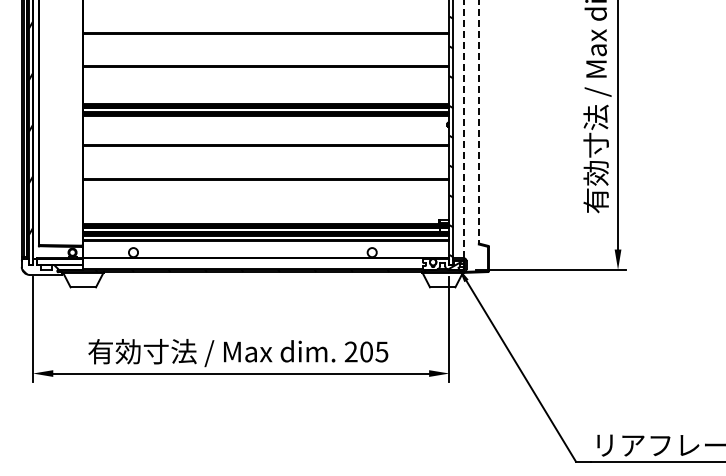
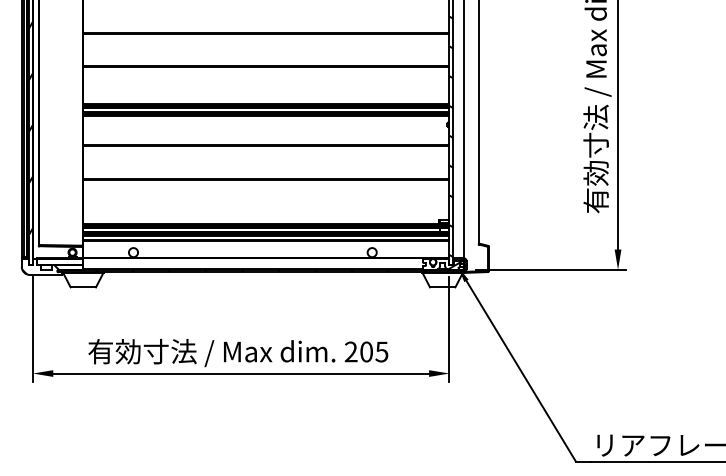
line at (478, 122): dashed -> solid
line at (463, 129): dashed -> solid
